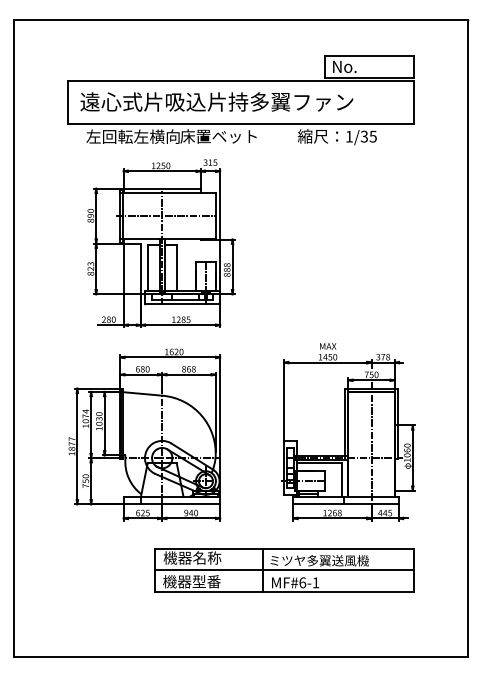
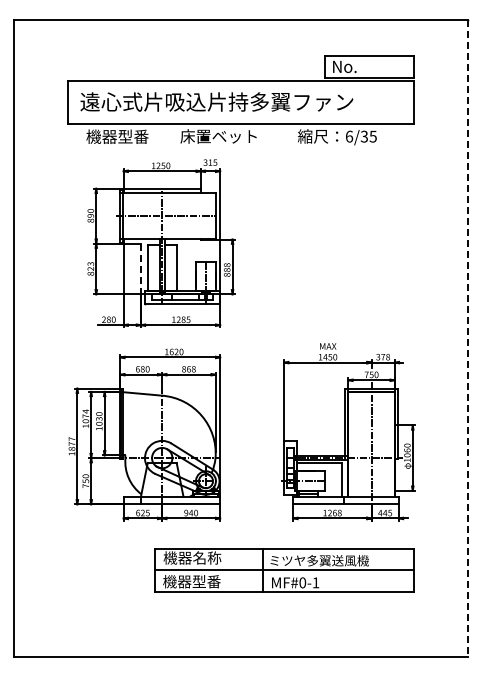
text at (132, 136): 左回転左横向 -> 機器型番
text at (349, 136): 1/35 -> 6/35
line at (140, 269): solid -> dashed
line at (467, 338): solid -> dashed
text at (302, 582): MF#6-1 -> MF#0-1
